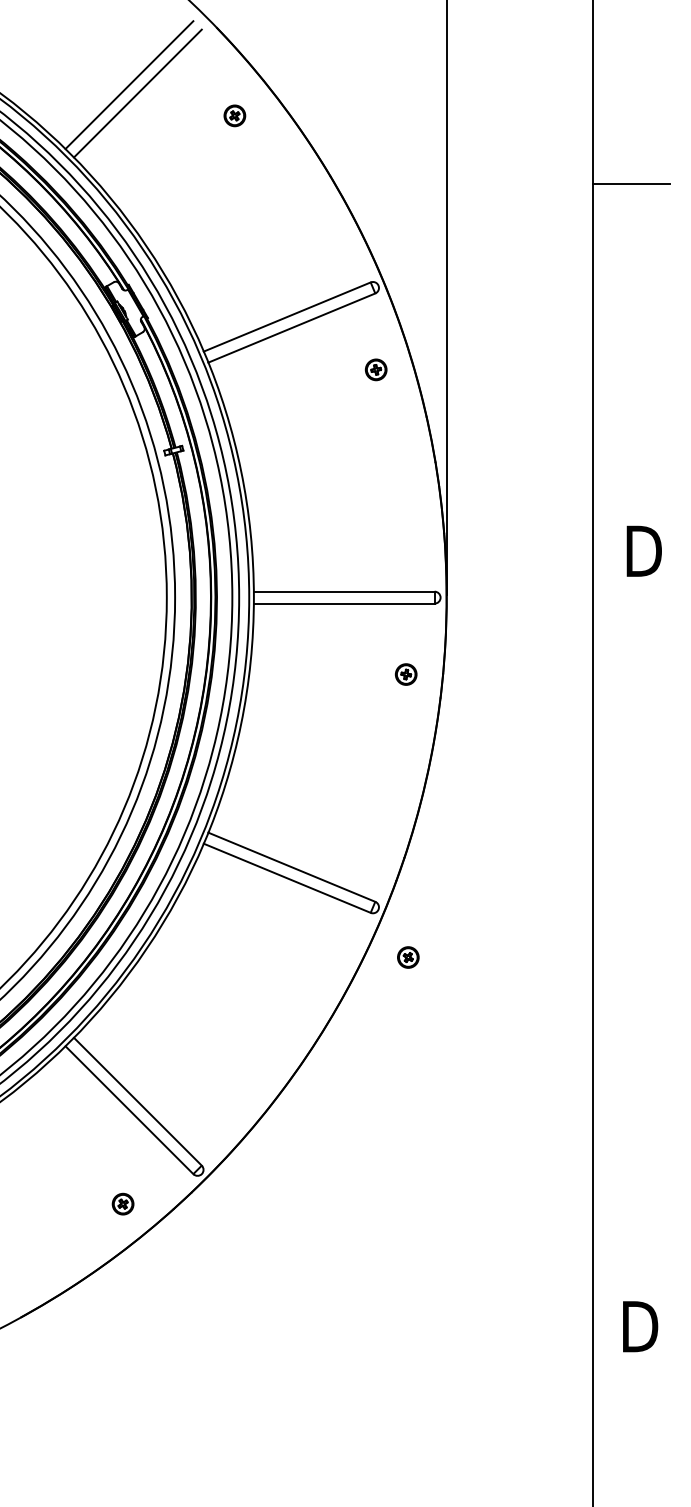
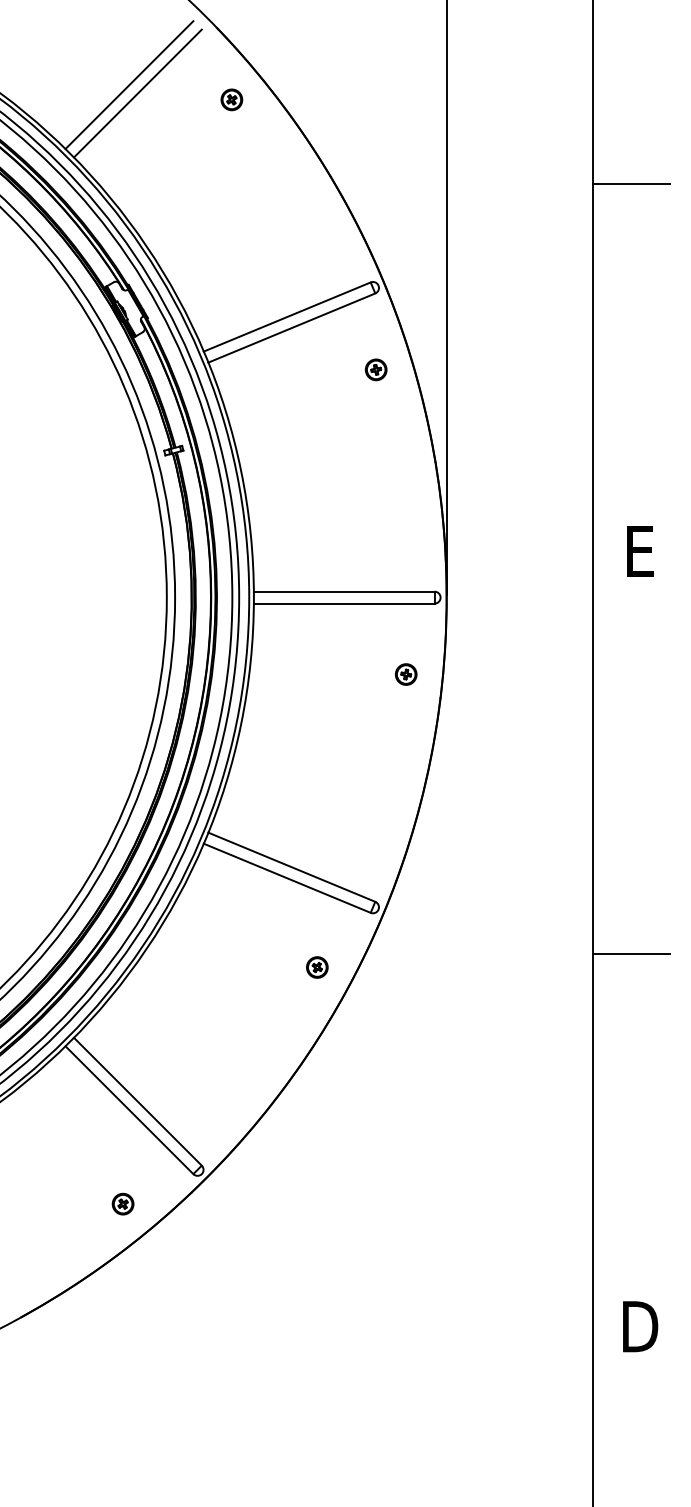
part at (234, 115) position: (234, 115) -> (231, 99)
text at (643, 550): D -> E
line at (631, 954): none -> present
part at (408, 957) position: (408, 957) -> (317, 967)
